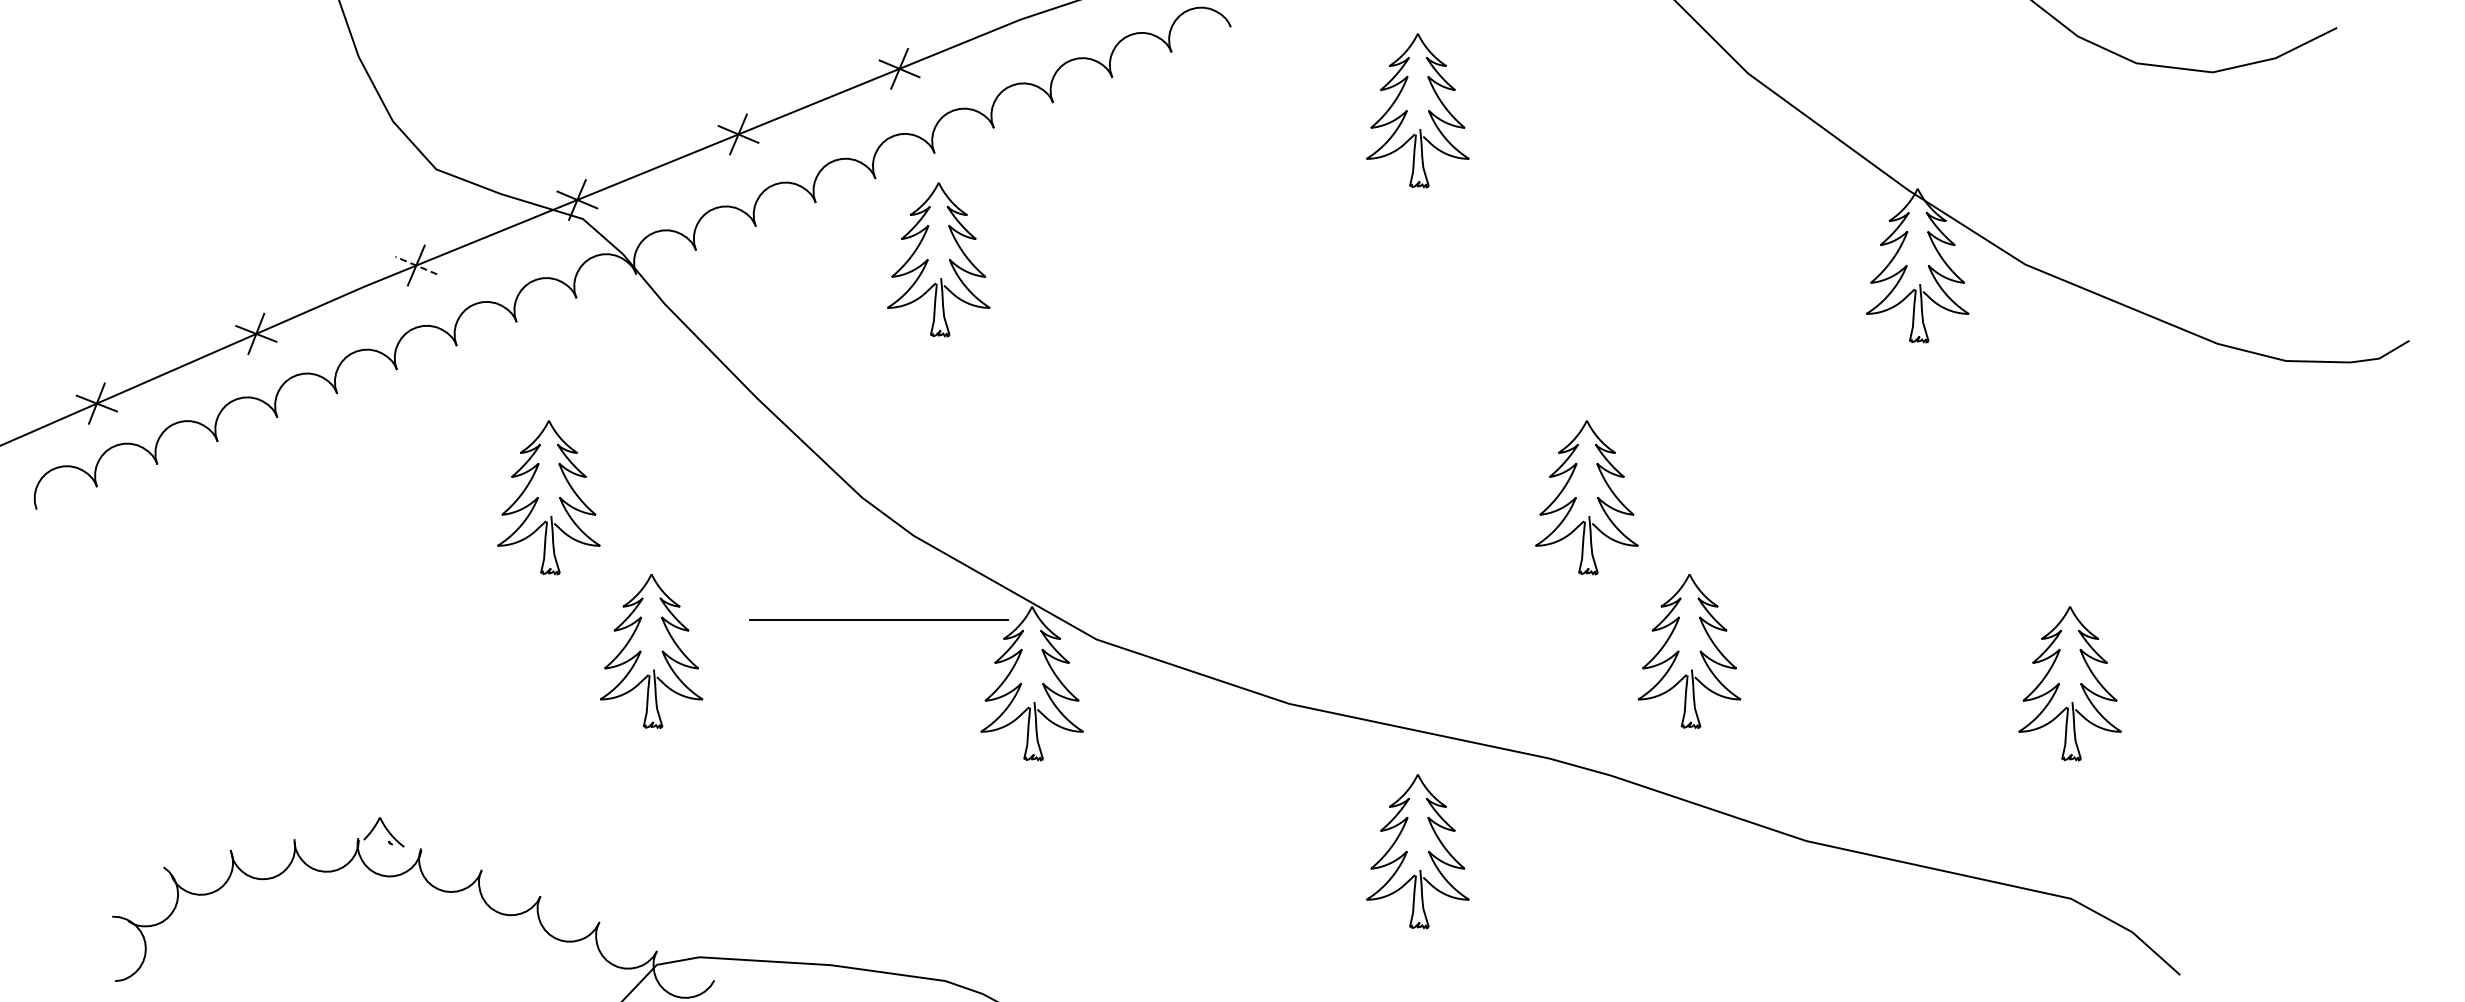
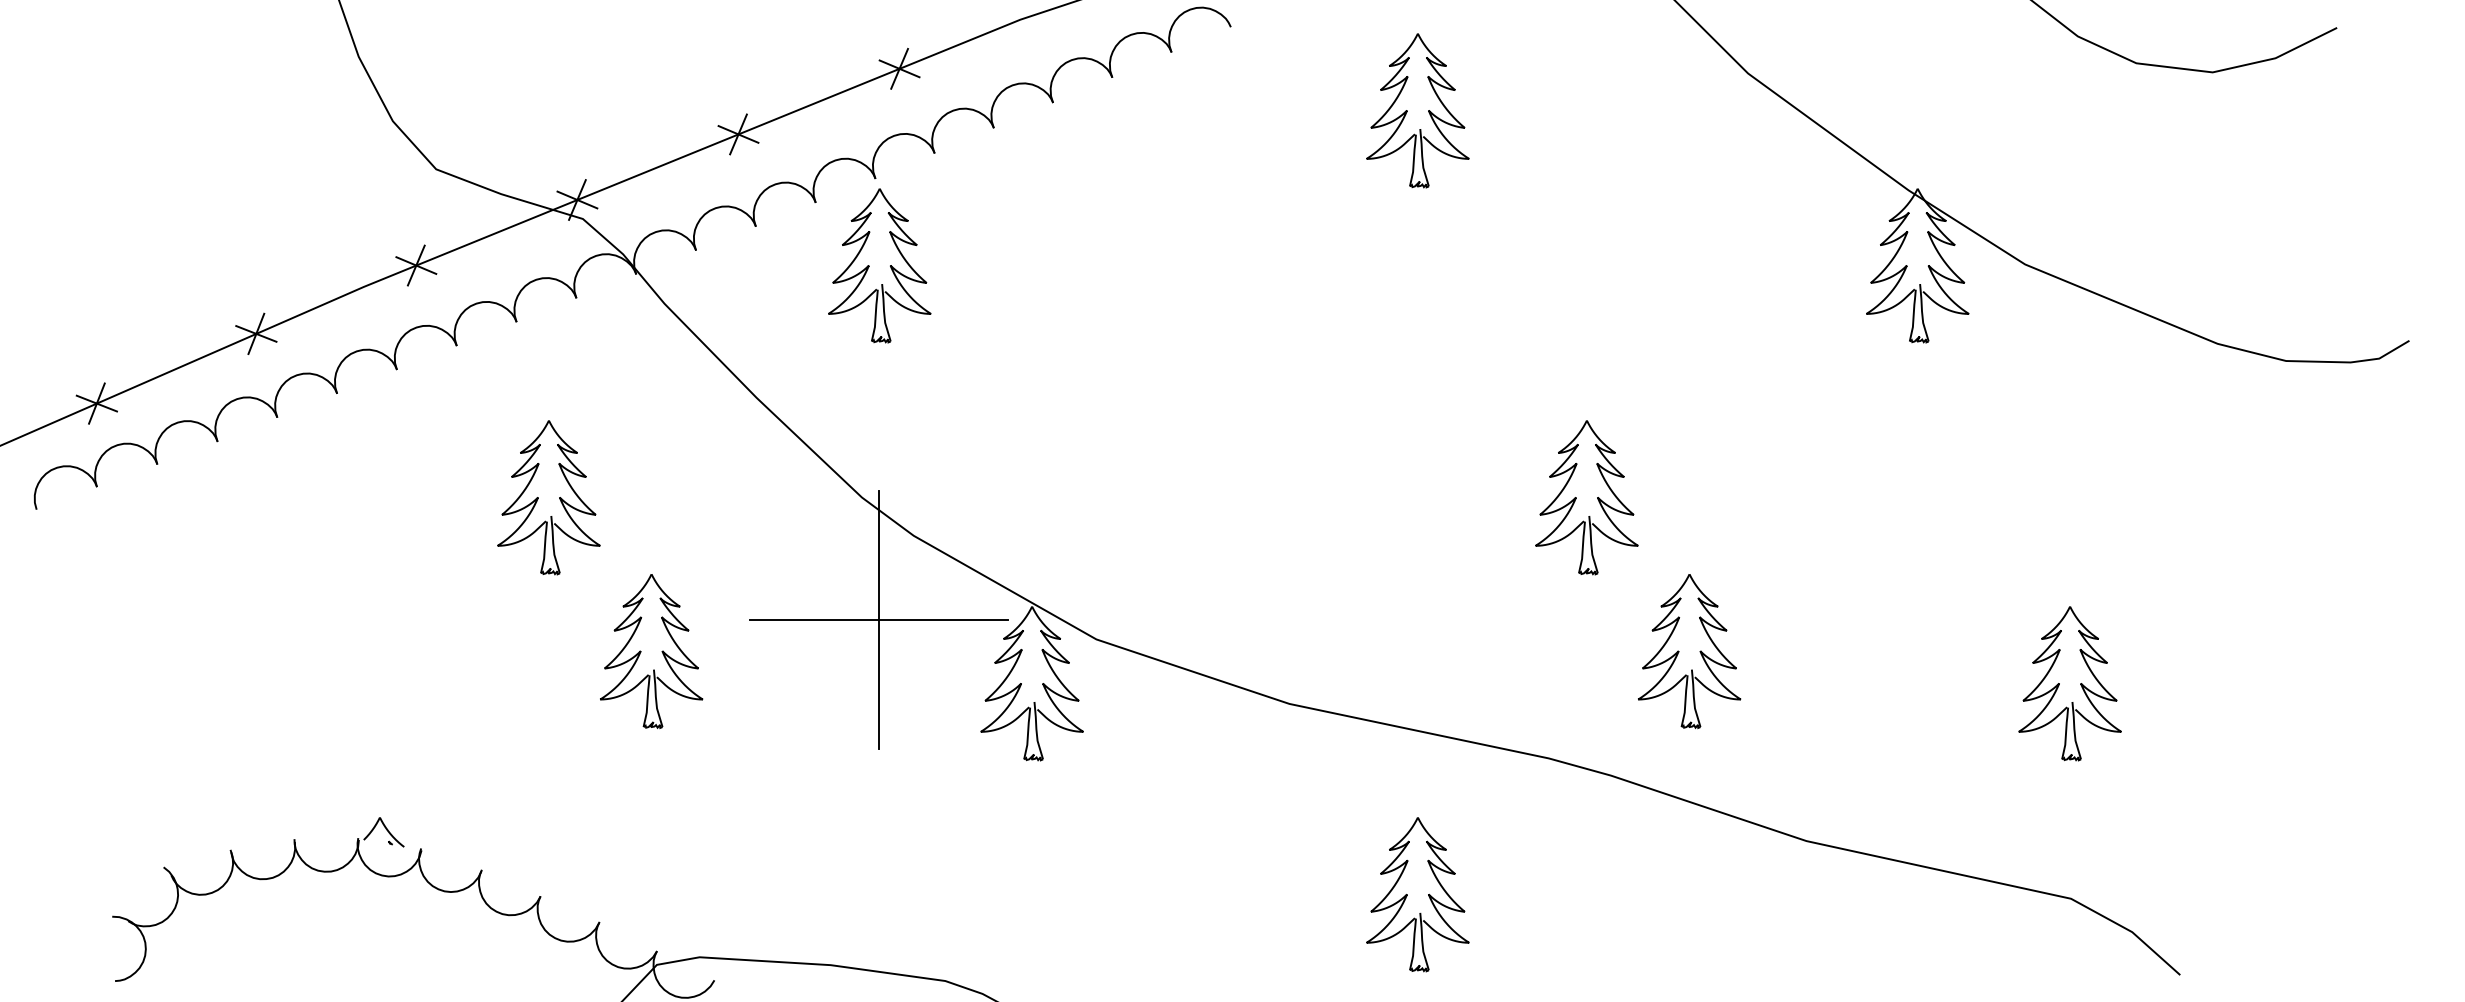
part at (938, 259) position: (938, 259) -> (879, 265)
line at (416, 265): dashed -> solid
line at (878, 620): none -> present
part at (1407, 851) position: (1407, 851) -> (1407, 894)
